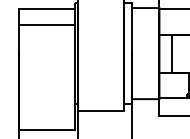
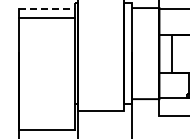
line at (47, 9): solid -> dashed
line at (46, 24) position: (46, 24) -> (46, 17)
